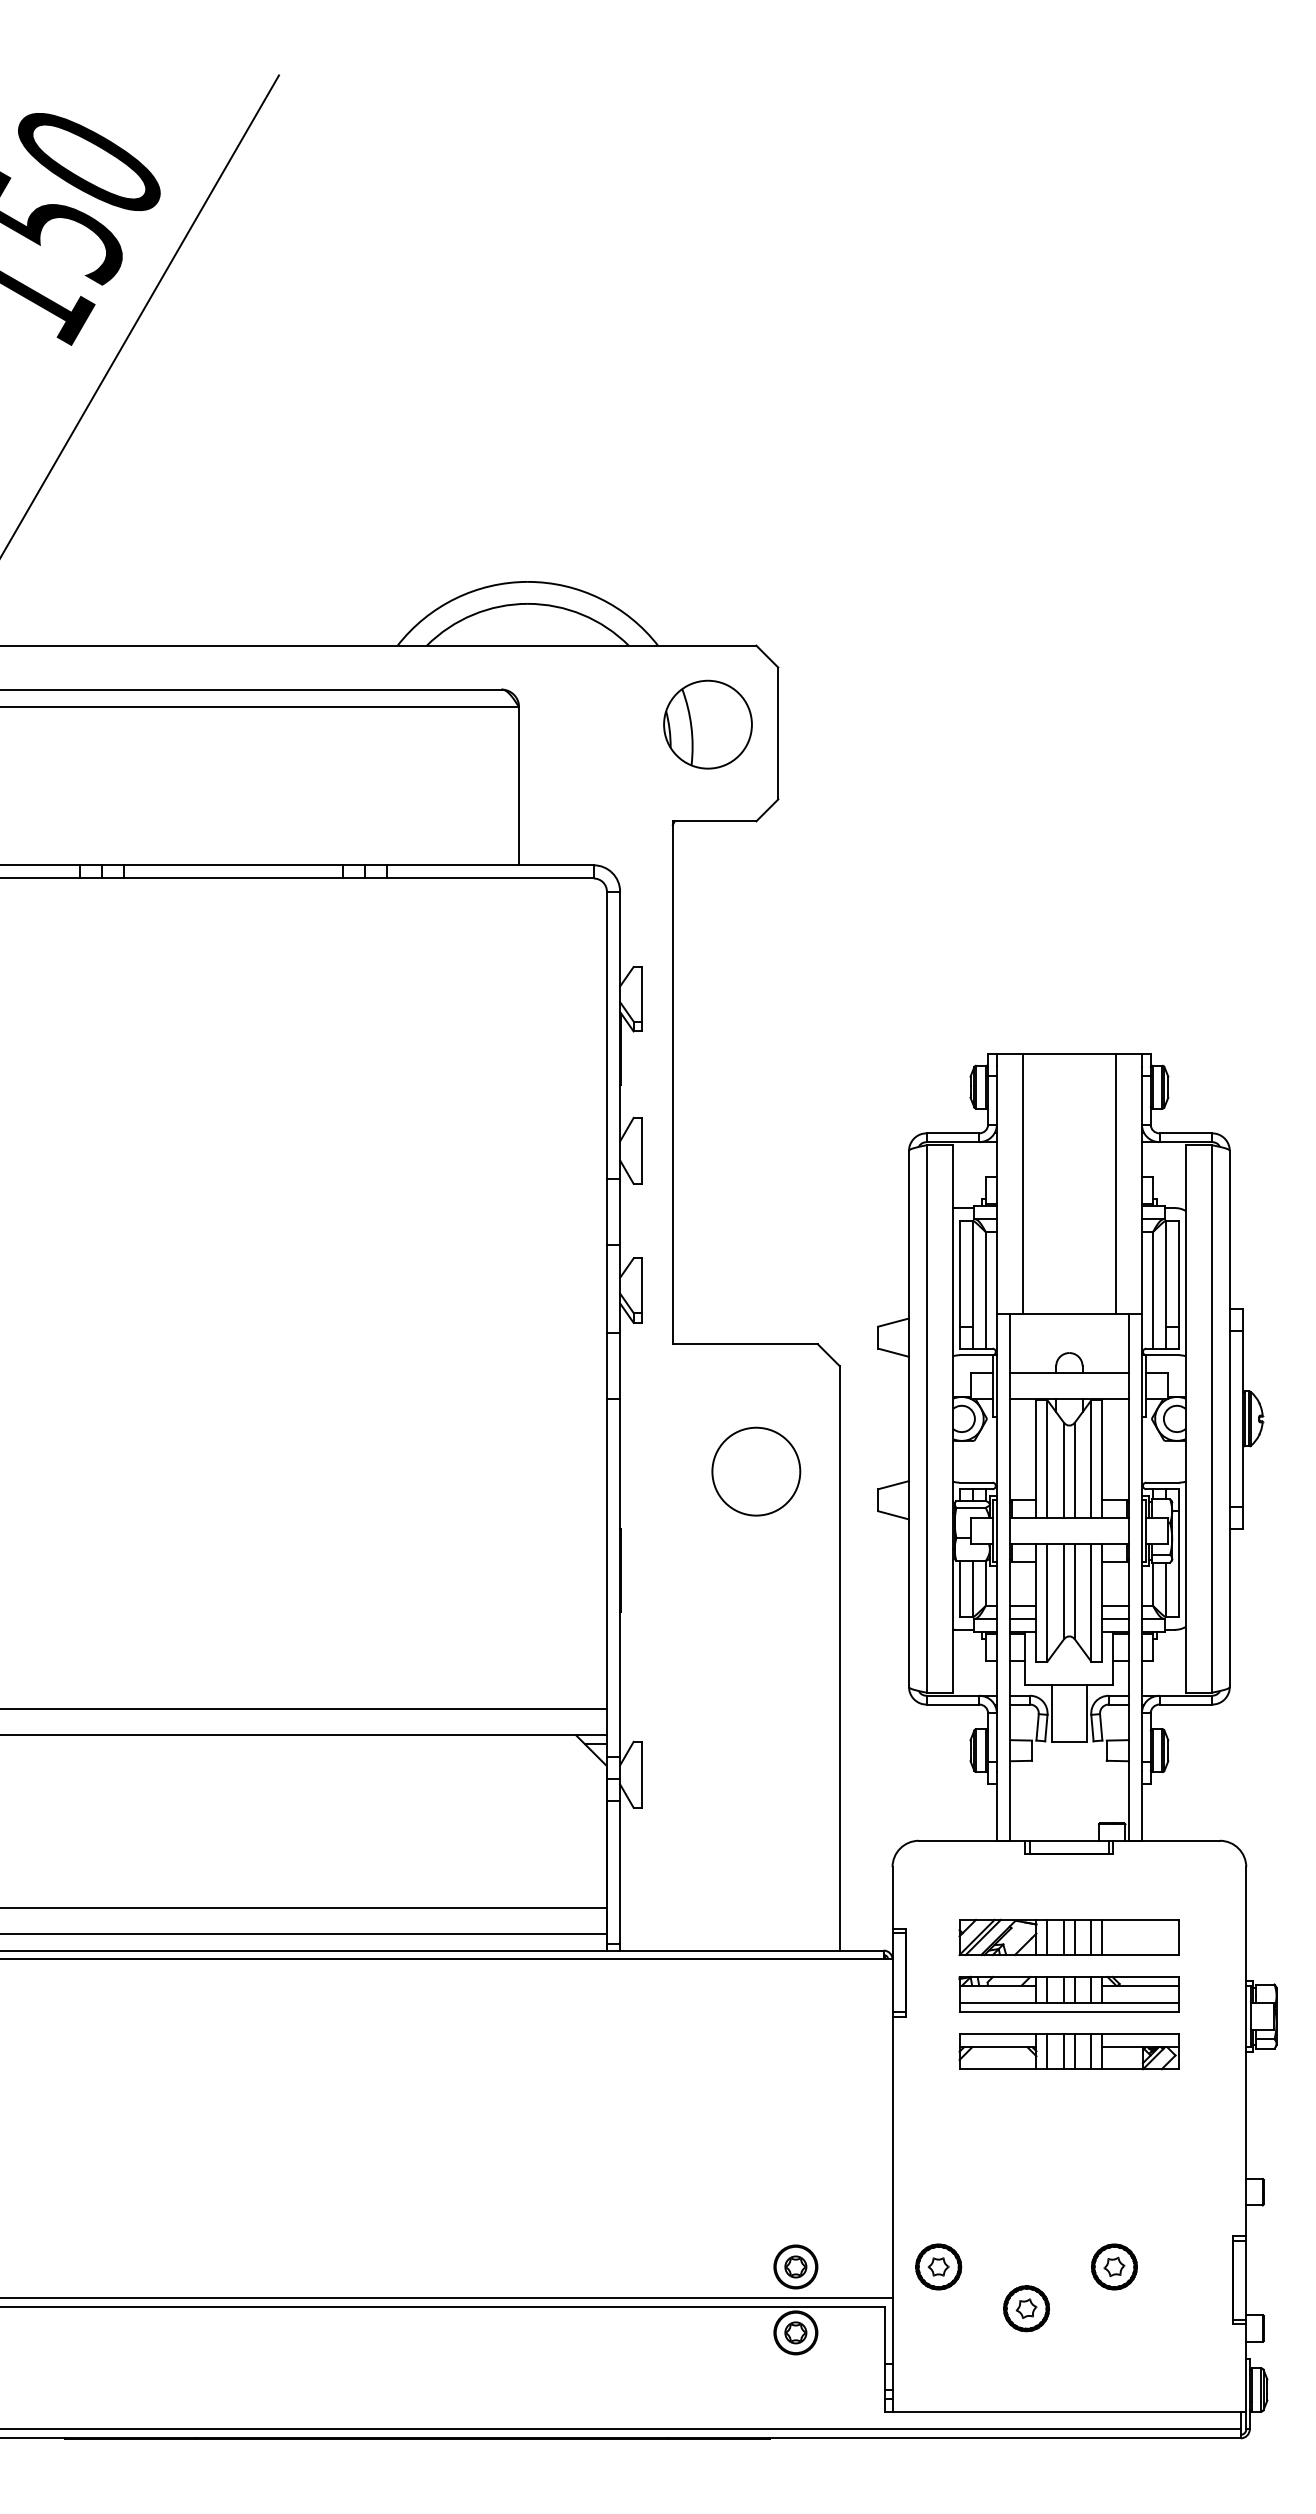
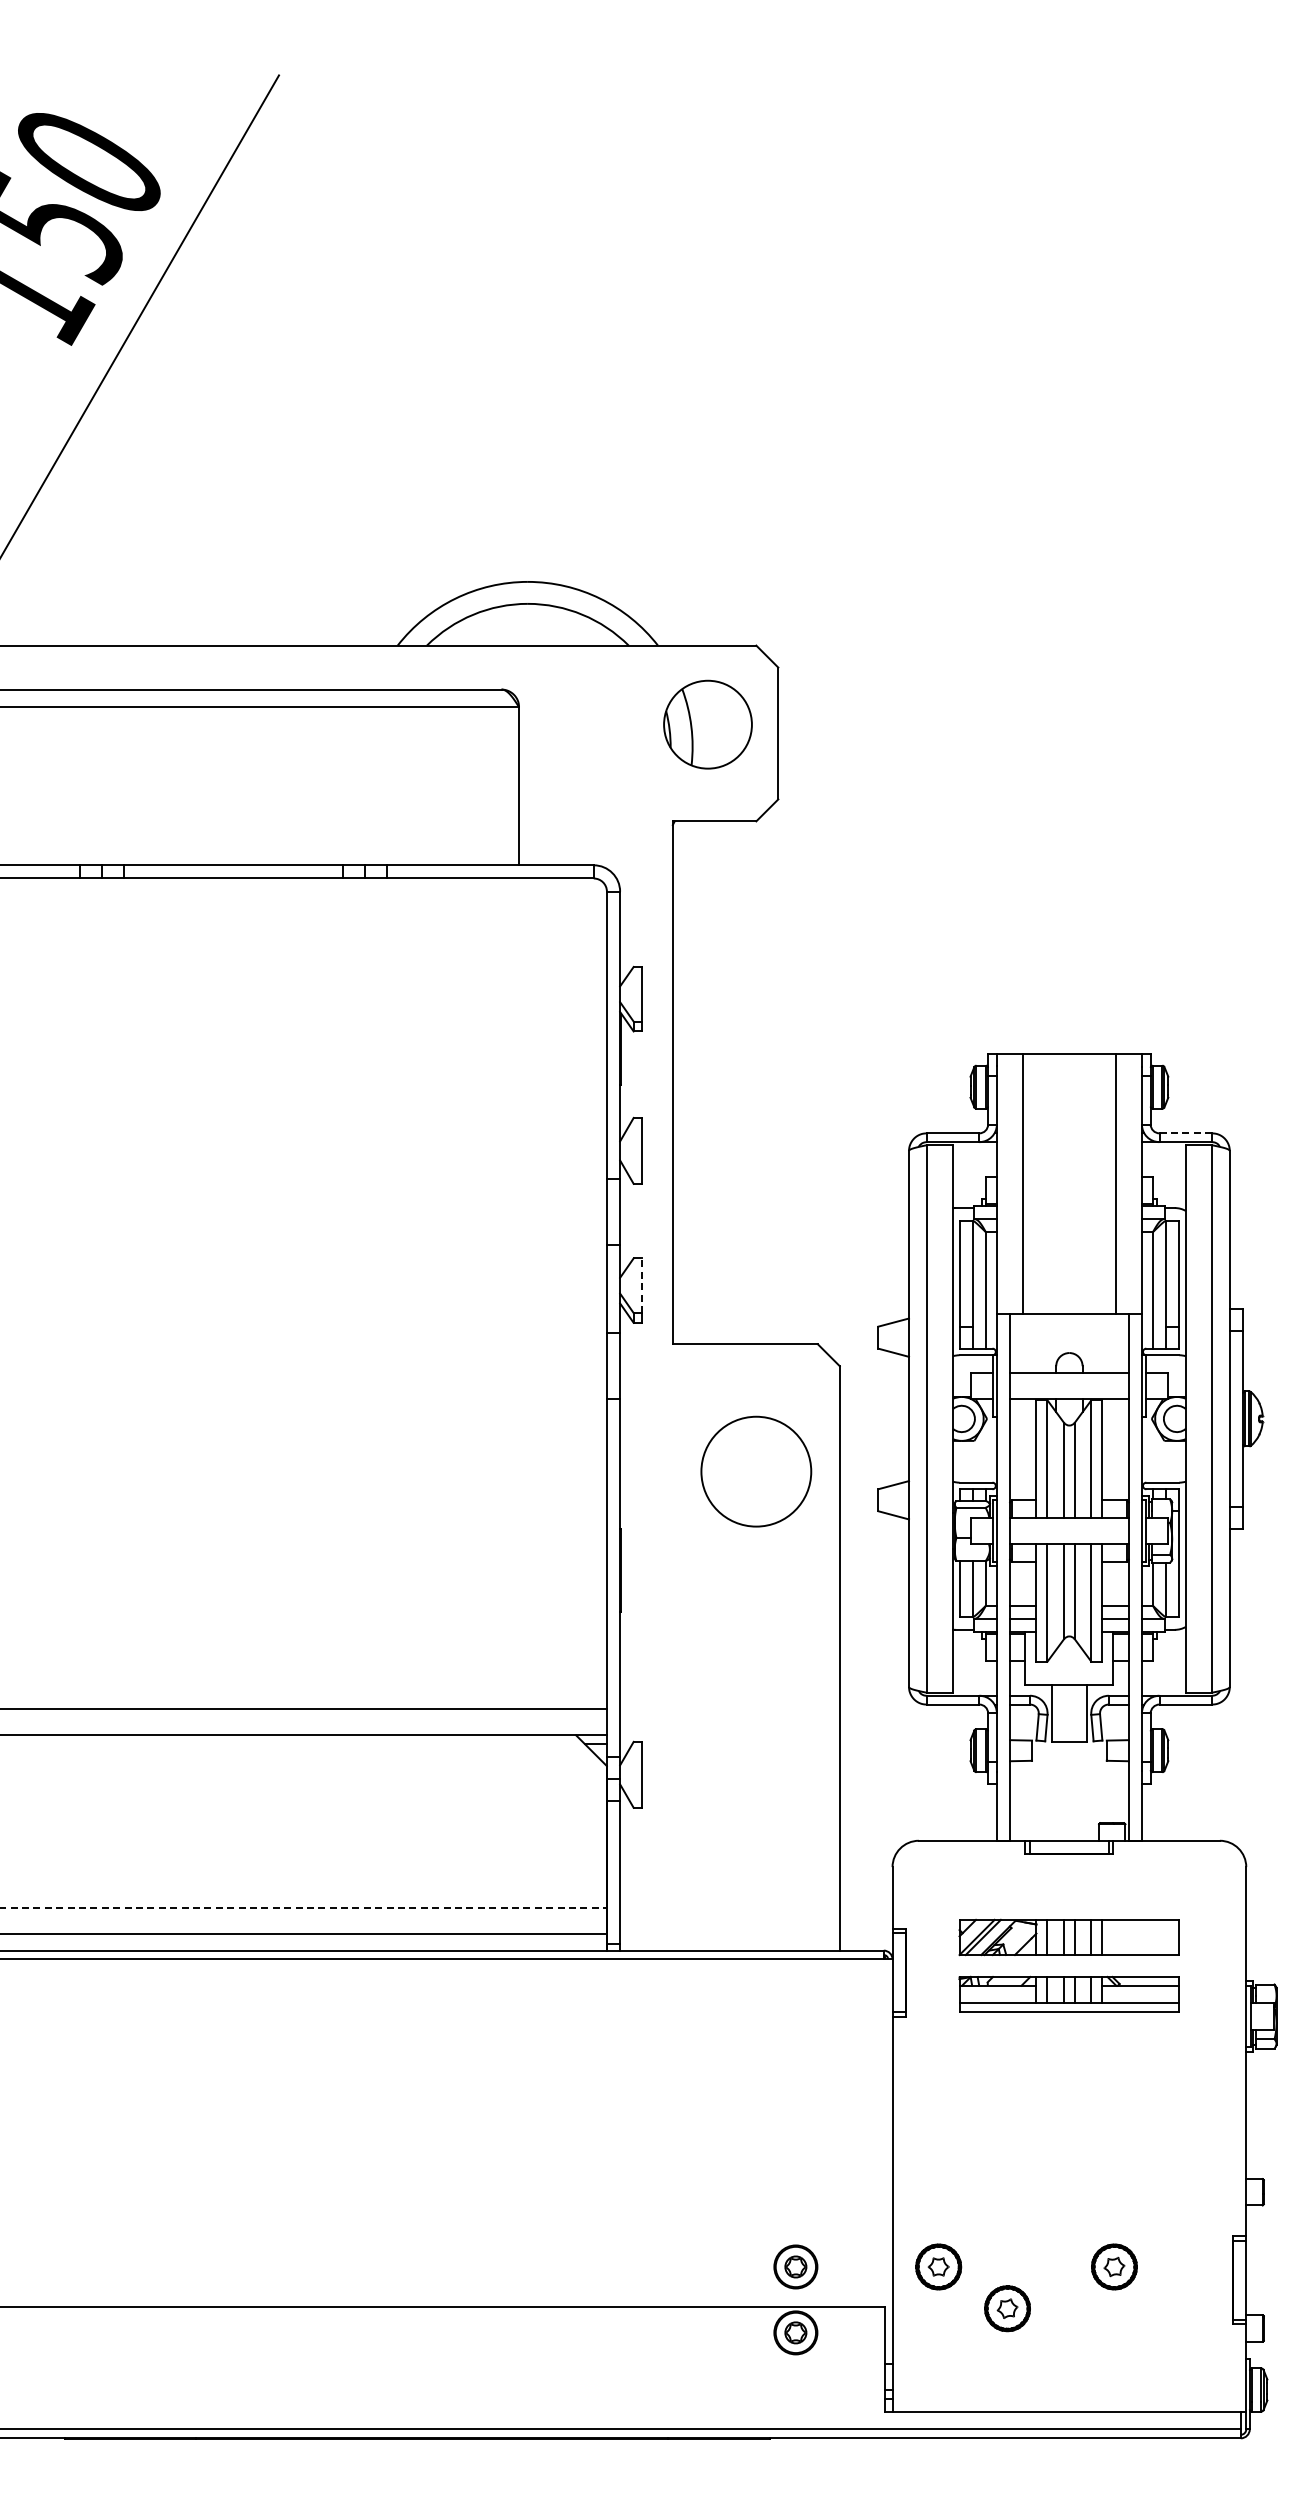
line at (1185, 1133): solid -> dashed
line at (642, 1285): solid -> dashed
circle at (756, 1471) diameter: 88 px -> 110 px
line at (303, 1908): solid -> dashed
part at (1068, 2051): present -> none
line at (447, 2297): present -> none
part at (1026, 2308) position: (1026, 2308) -> (1007, 2308)
